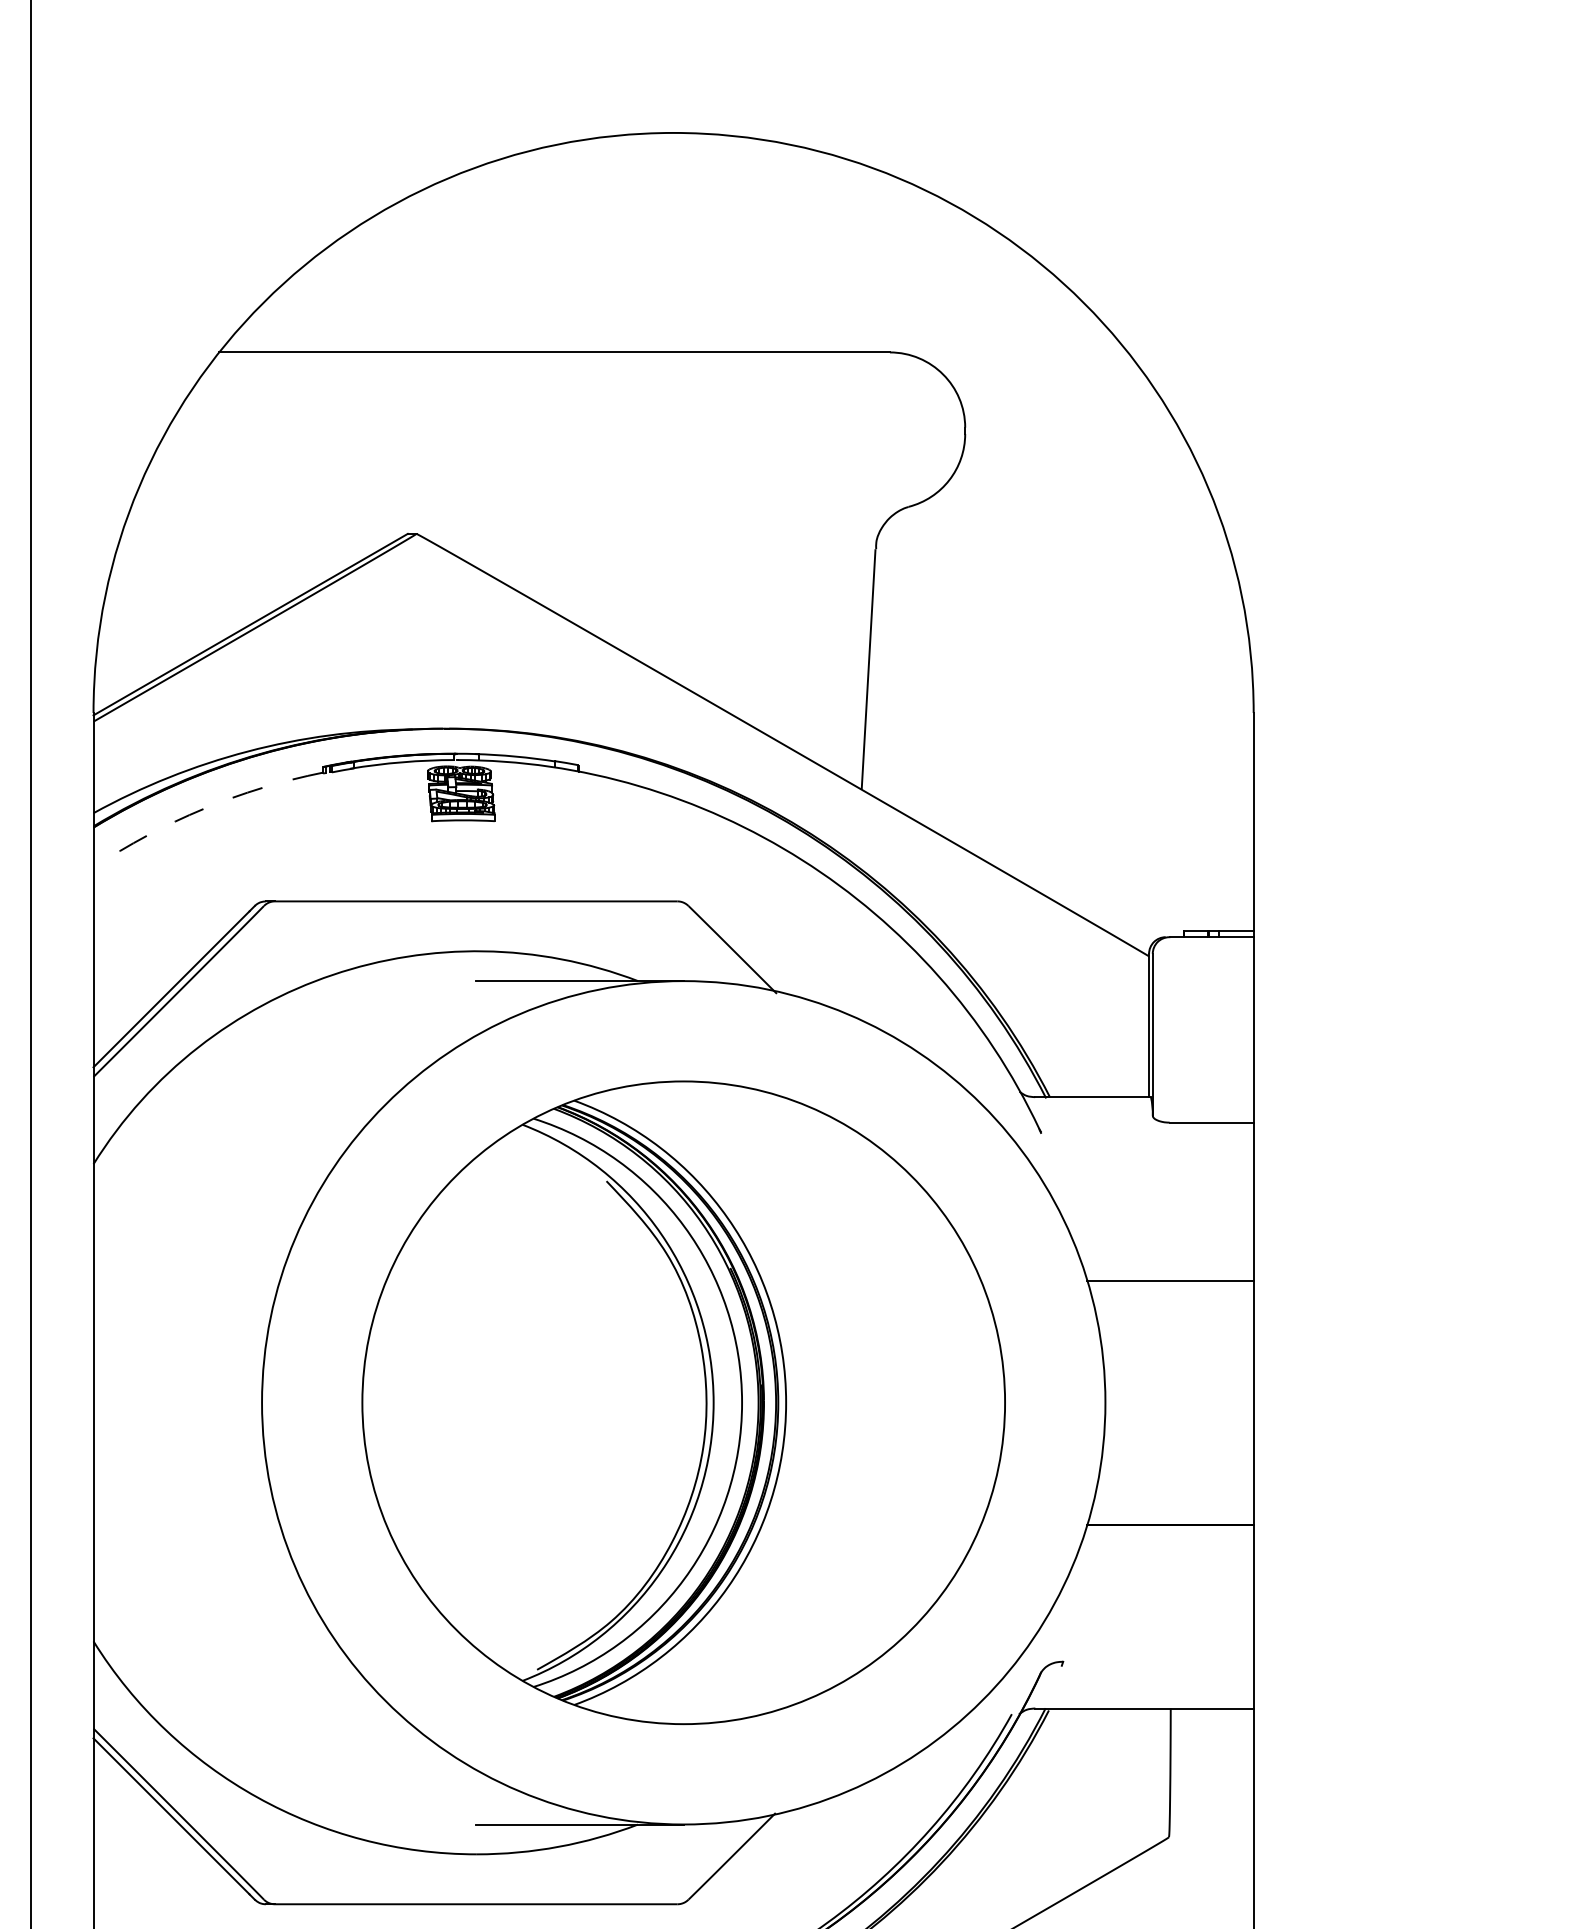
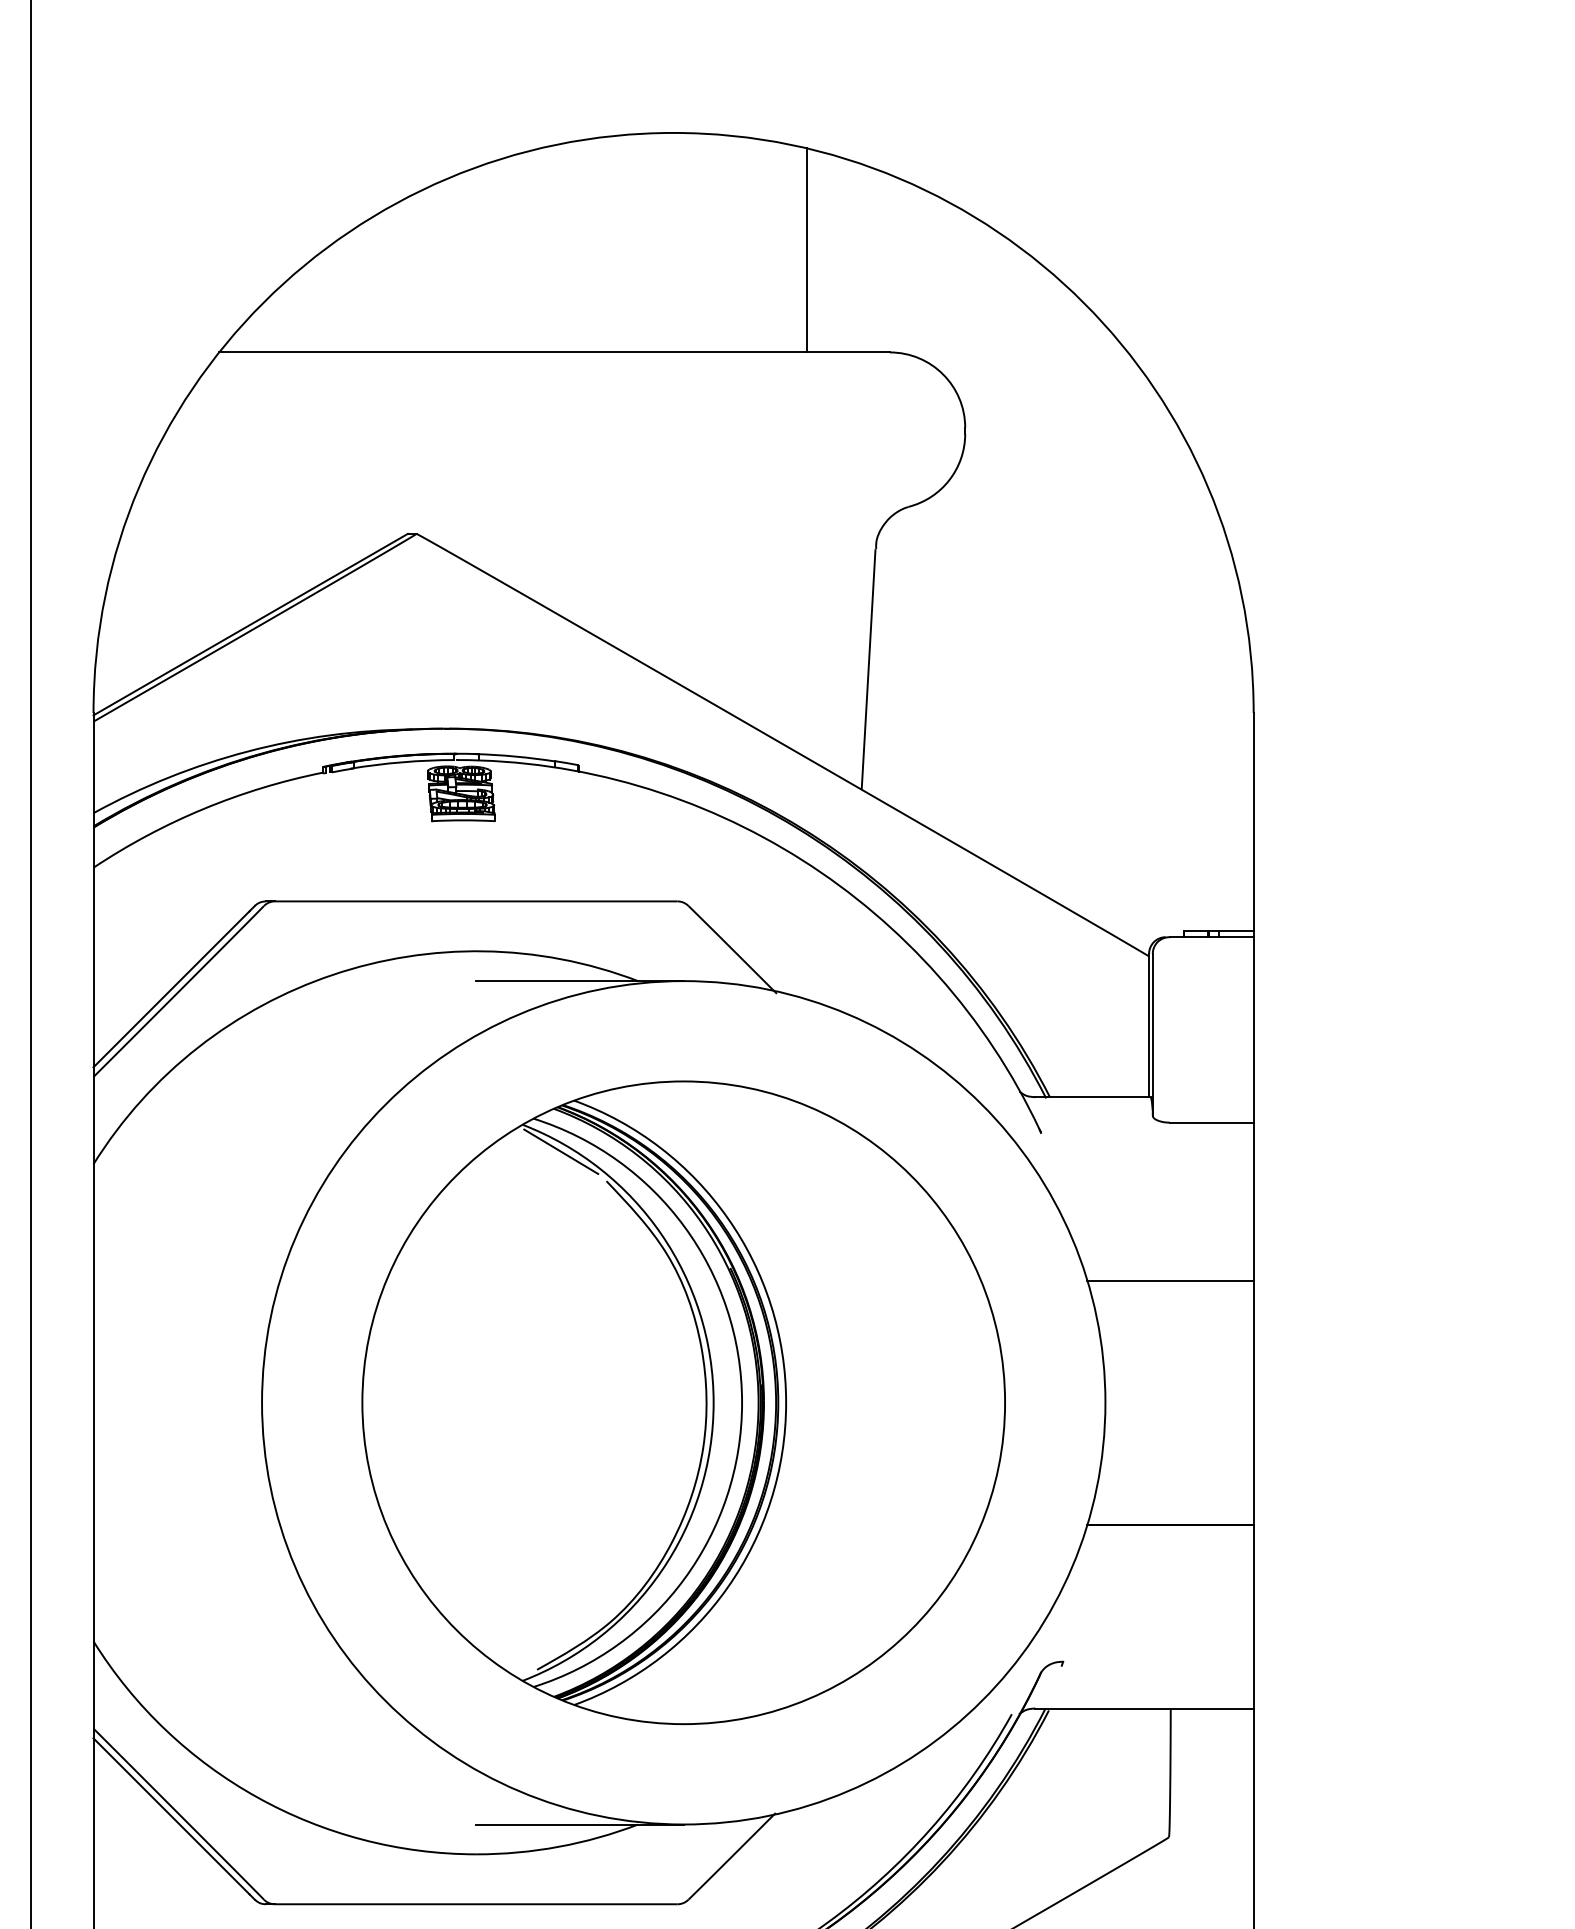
line at (806, 250): none -> present
arc at (203, 808): dashed -> solid
line at (561, 1151): none -> present
